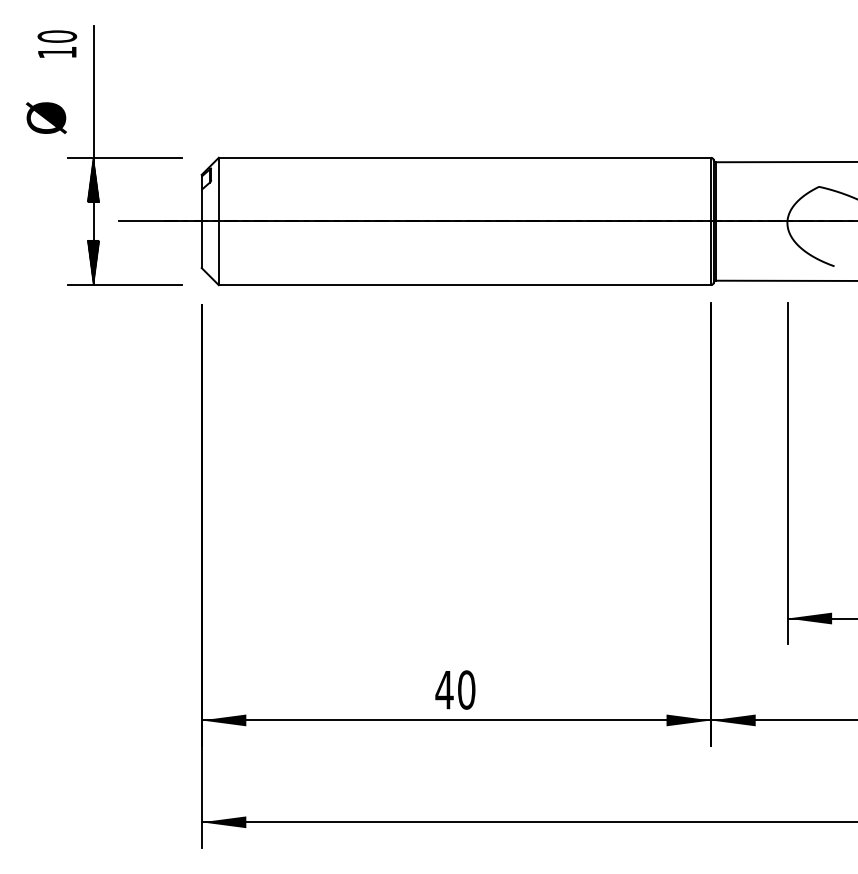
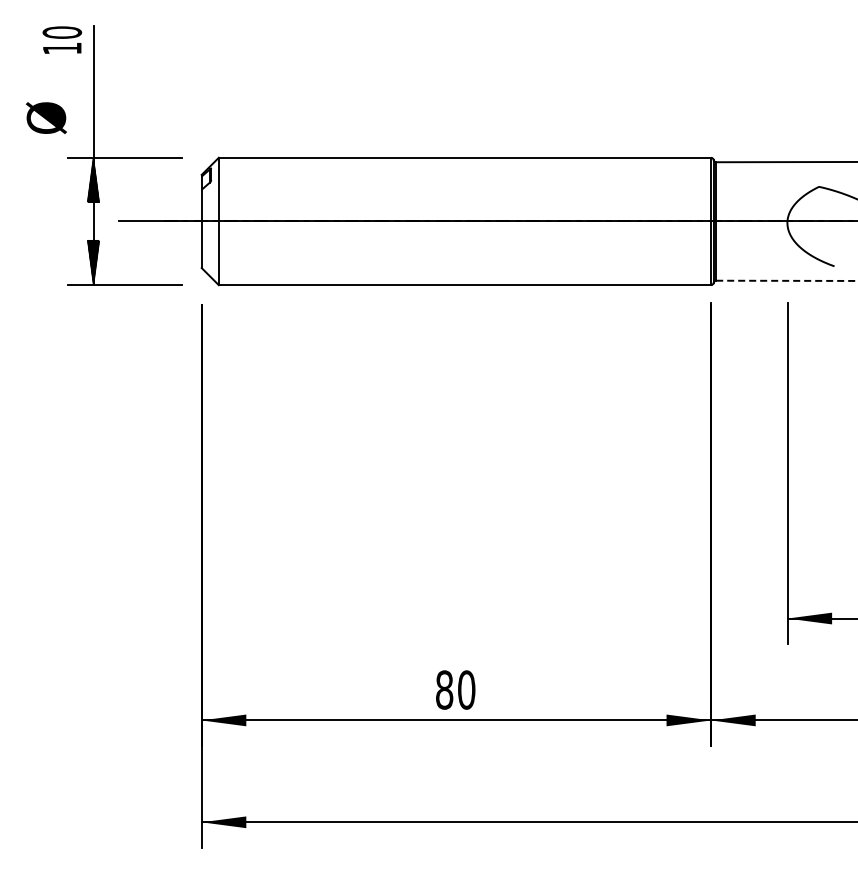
text at (57, 43) position: (57, 43) -> (62, 39)
line at (786, 280): solid -> dashed
text at (444, 689): 40 -> 80
